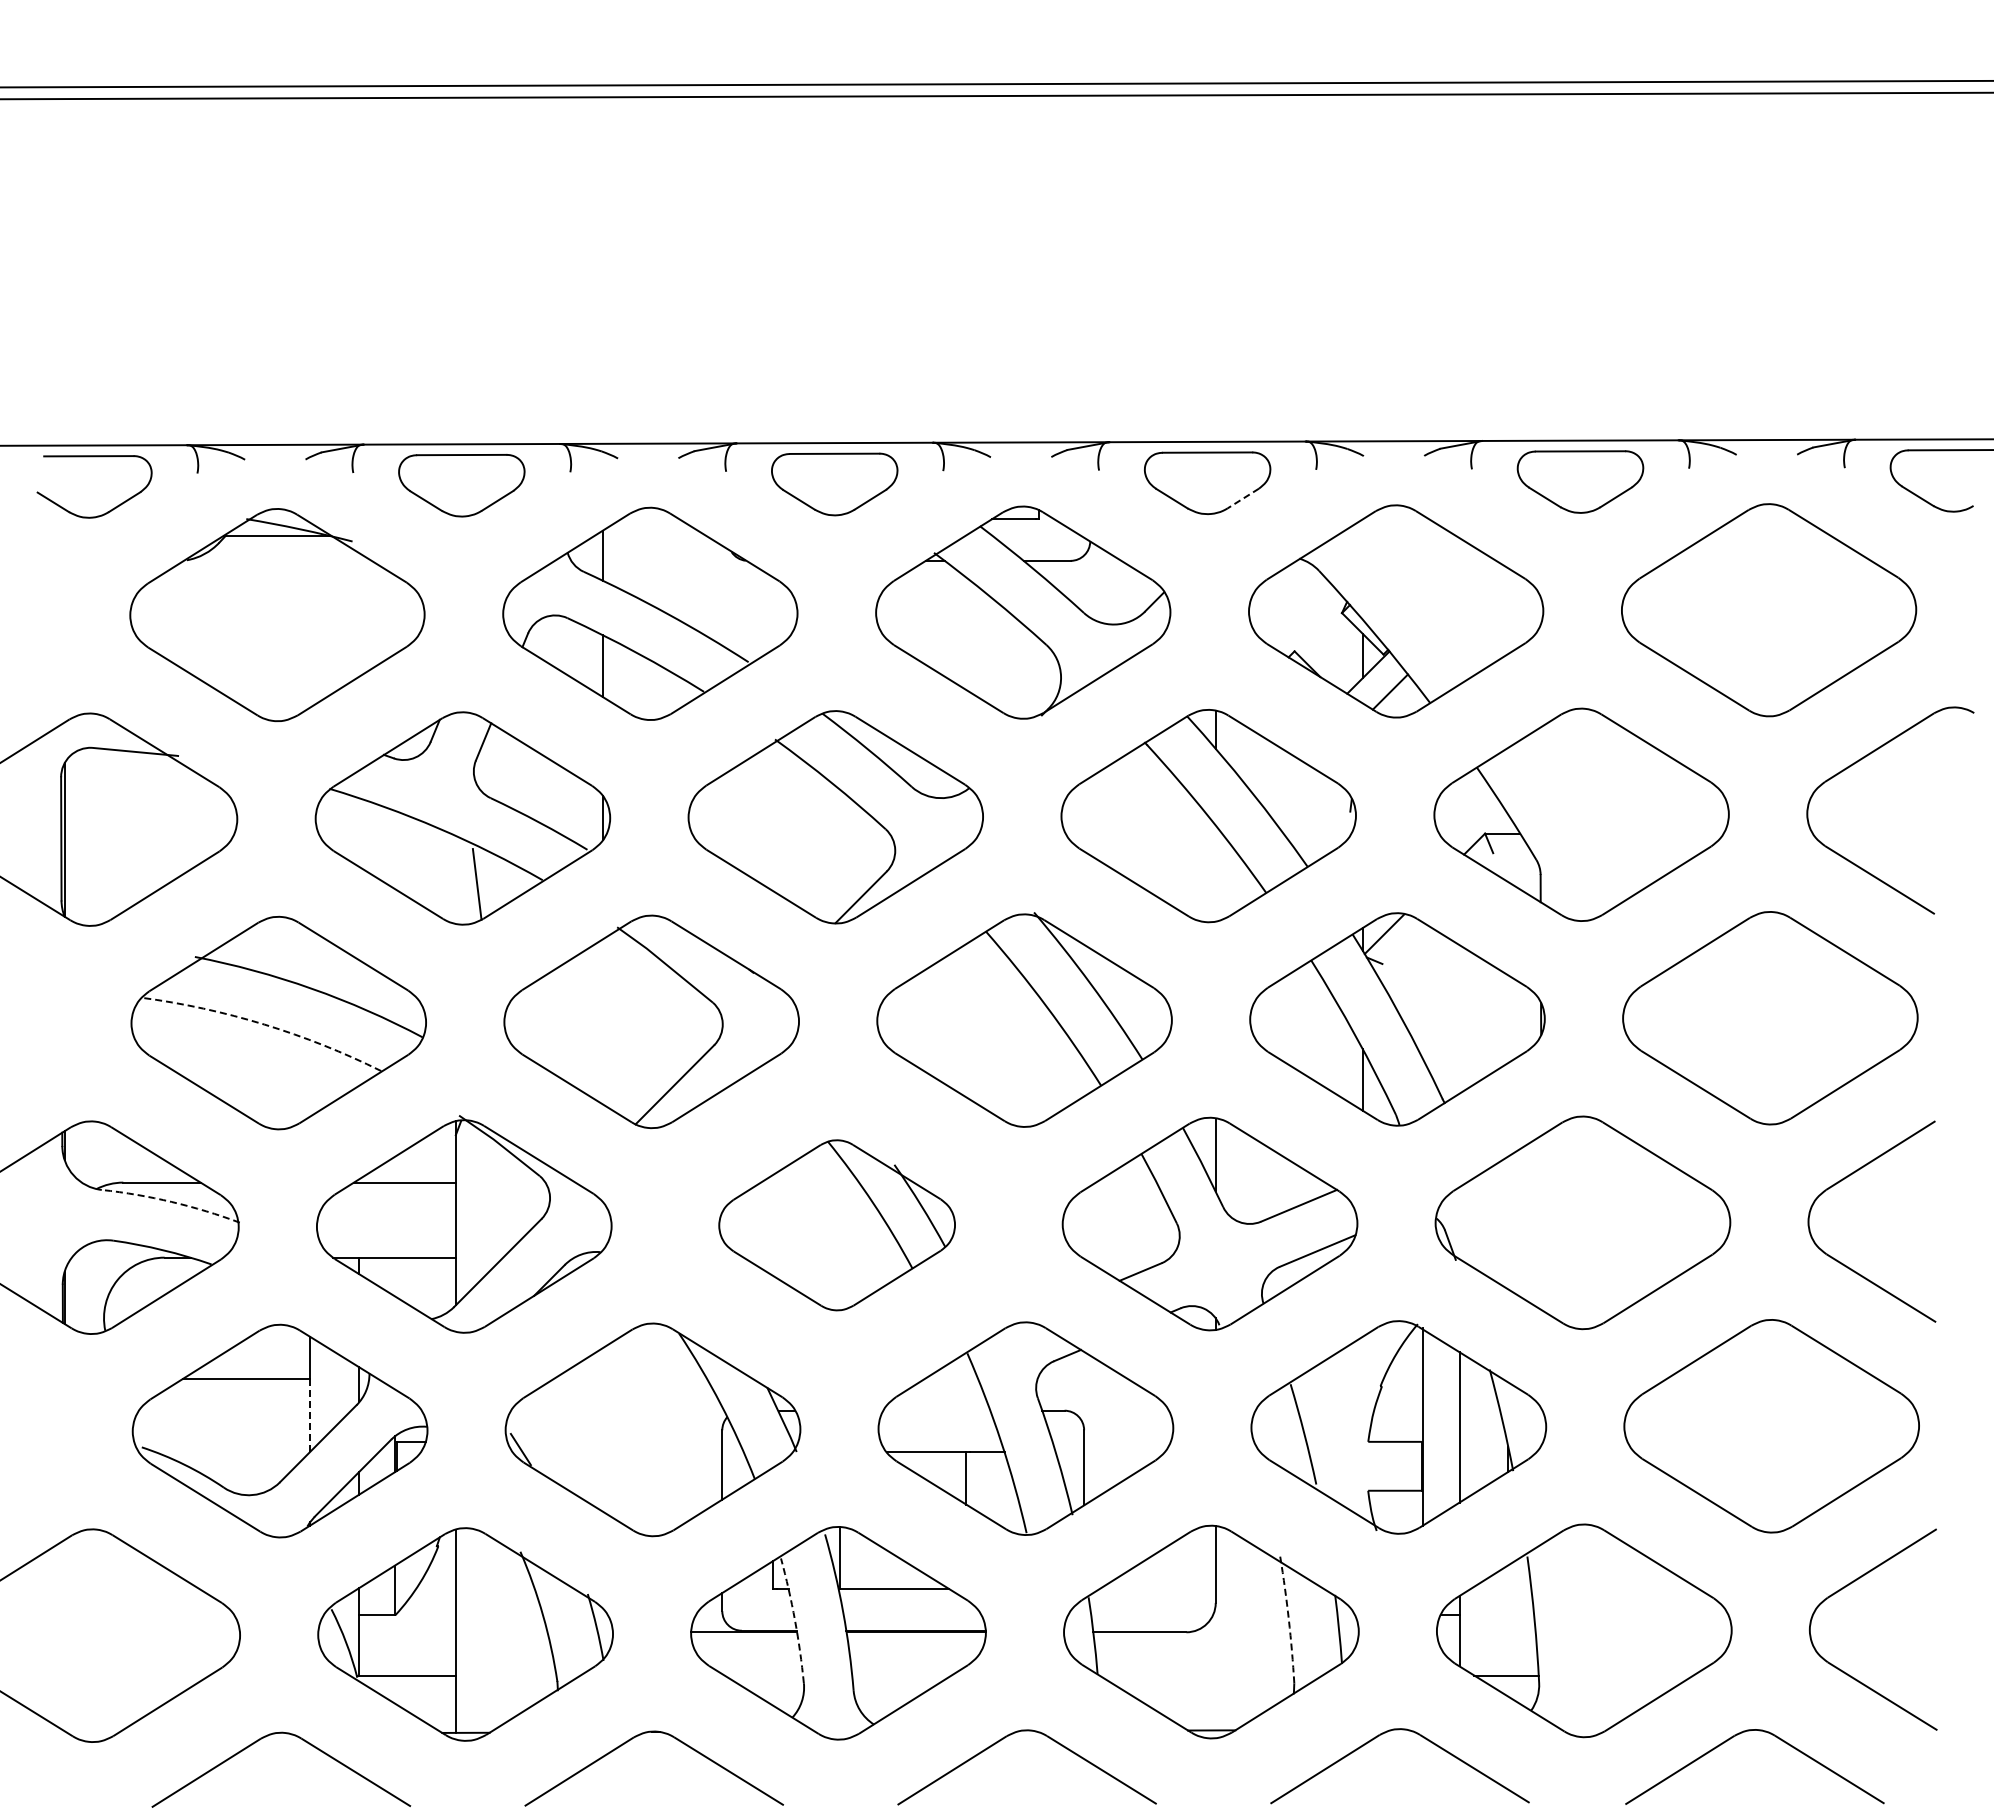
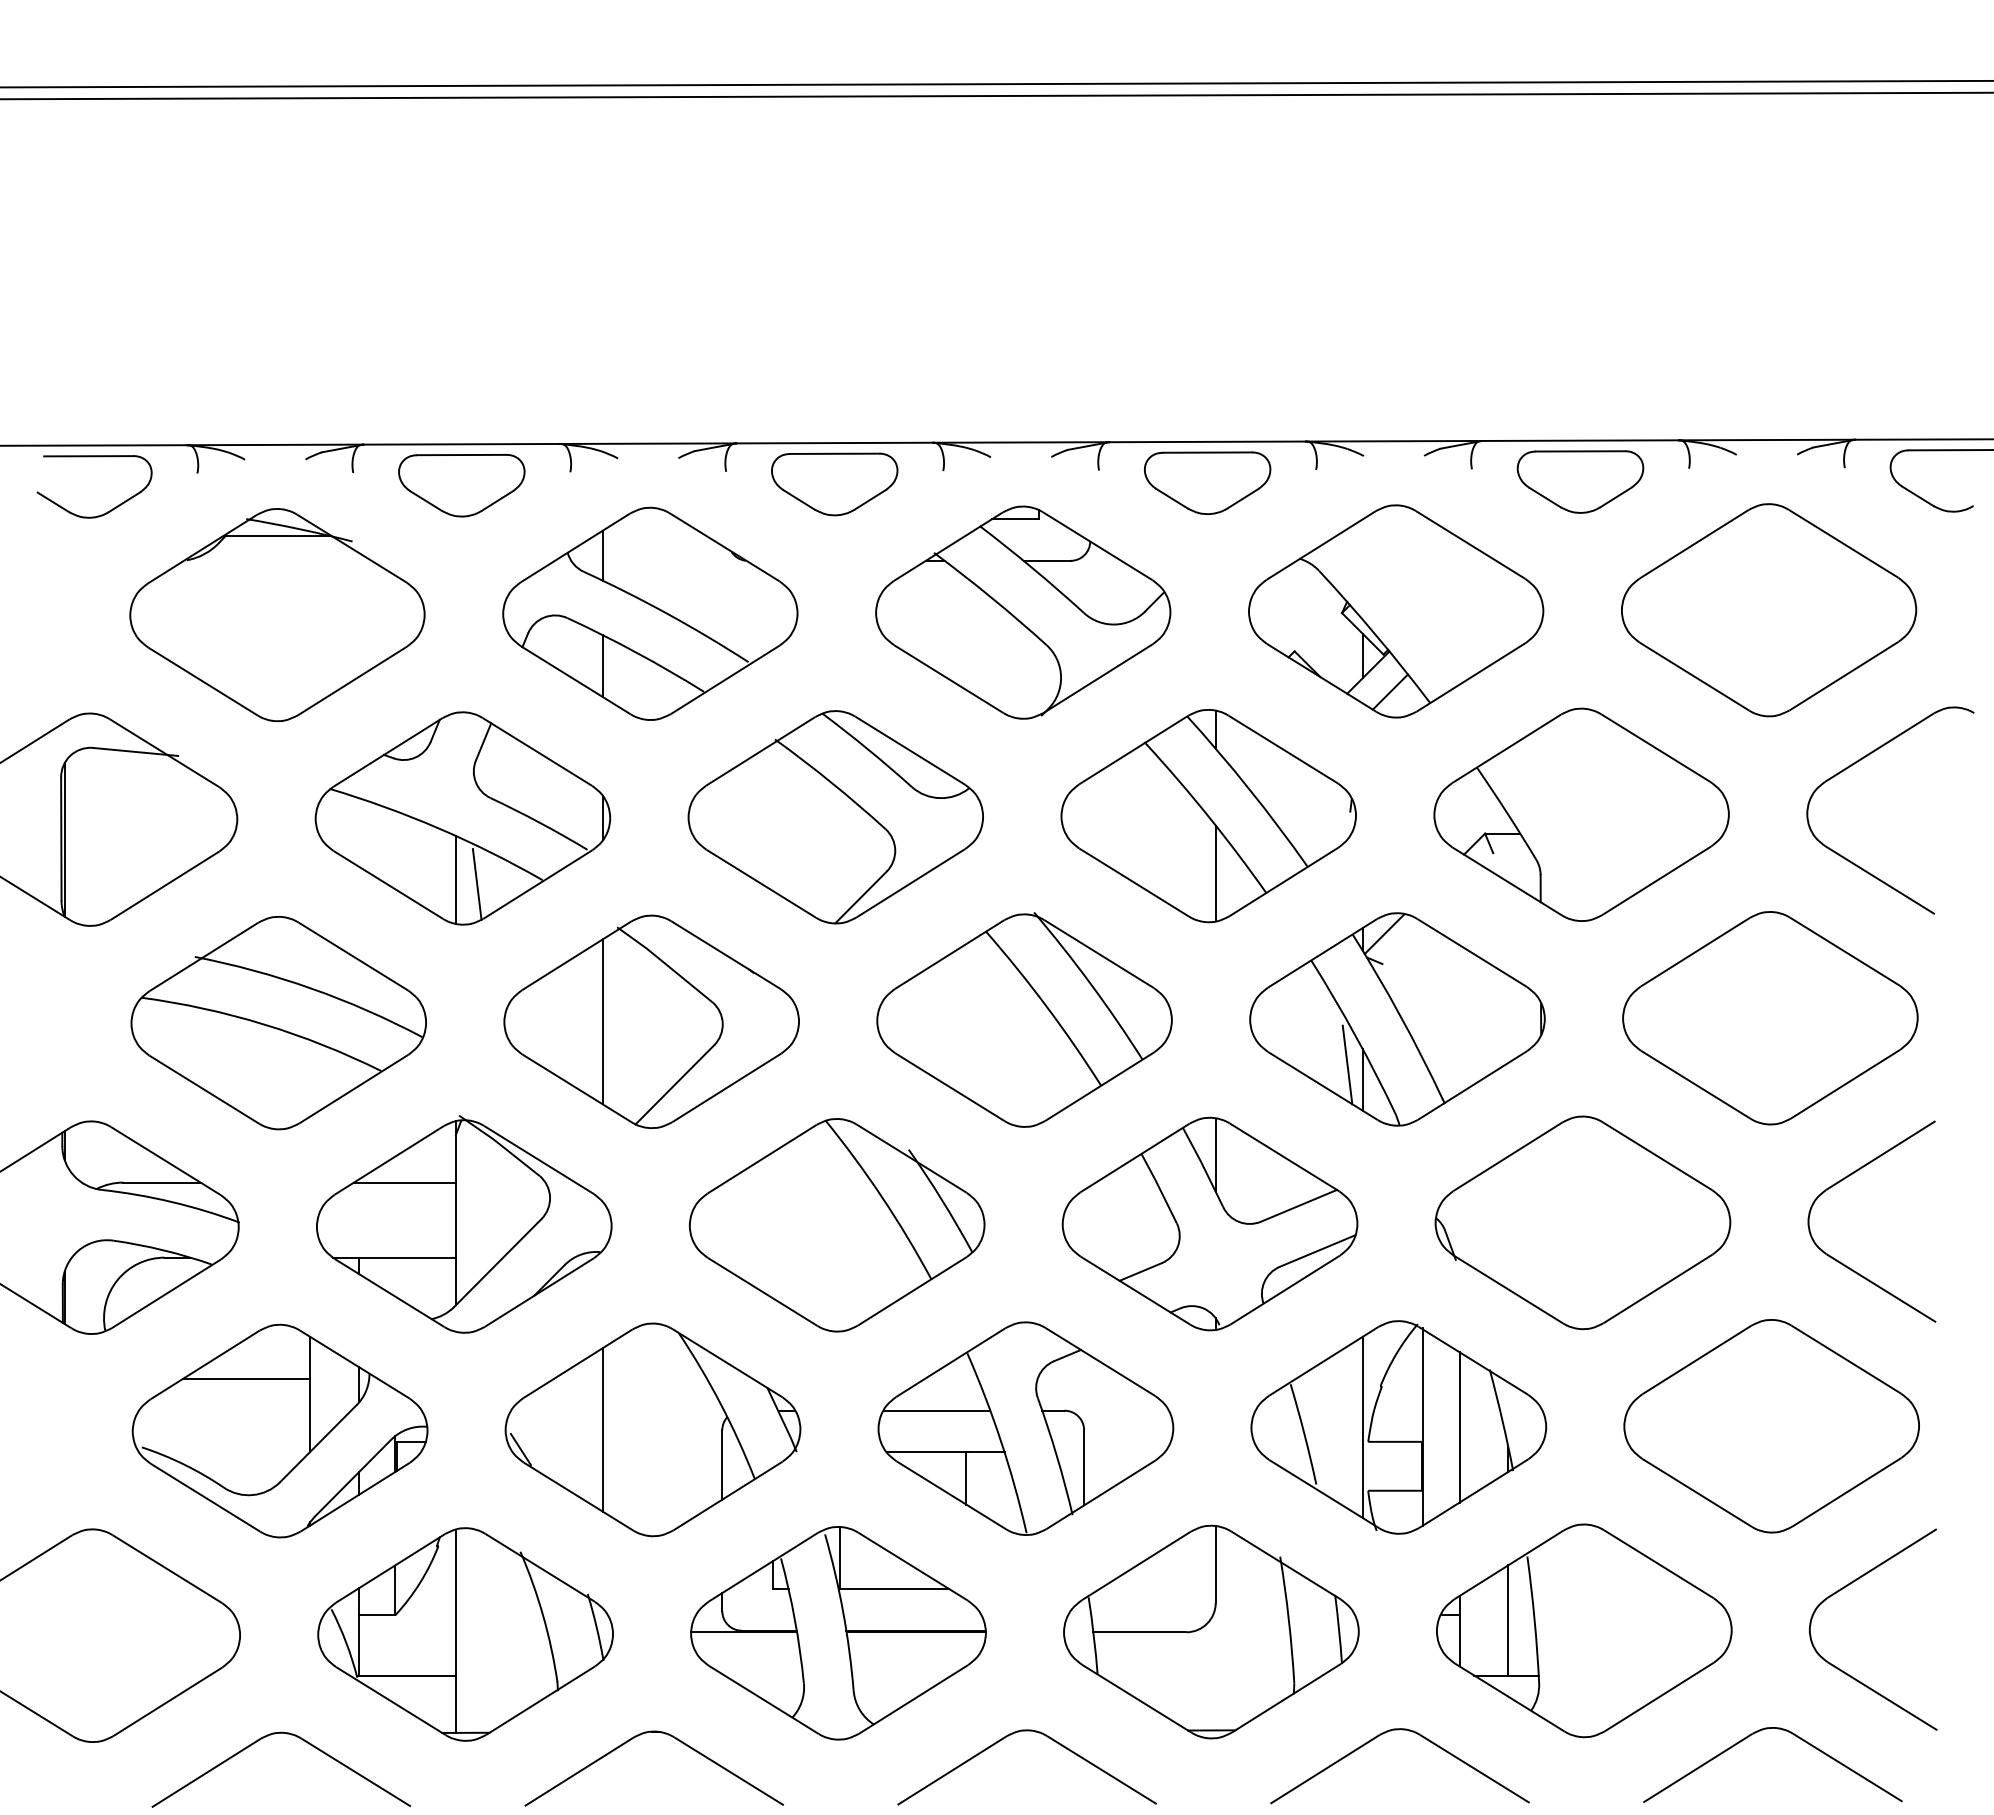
line at (1242, 498): dashed -> solid
line at (1215, 873): none -> present
line at (455, 879): none -> present
line at (602, 1021): none -> present
arc at (264, 1024): dashed -> solid
line at (1347, 1064): none -> present
arc at (171, 1202): dashed -> solid
part at (836, 1225) size: 238x173 px -> 298x215 px
line at (936, 1410): none -> present
line at (310, 1415): dashed -> solid
line at (1362, 1427): none -> present
line at (602, 1429): none -> present
arc at (1288, 1619): dashed -> solid
arc at (795, 1620): dashed -> solid
line at (1508, 1620): none -> present
part at (1742, 1733) position: (1742, 1733) -> (1760, 1731)
